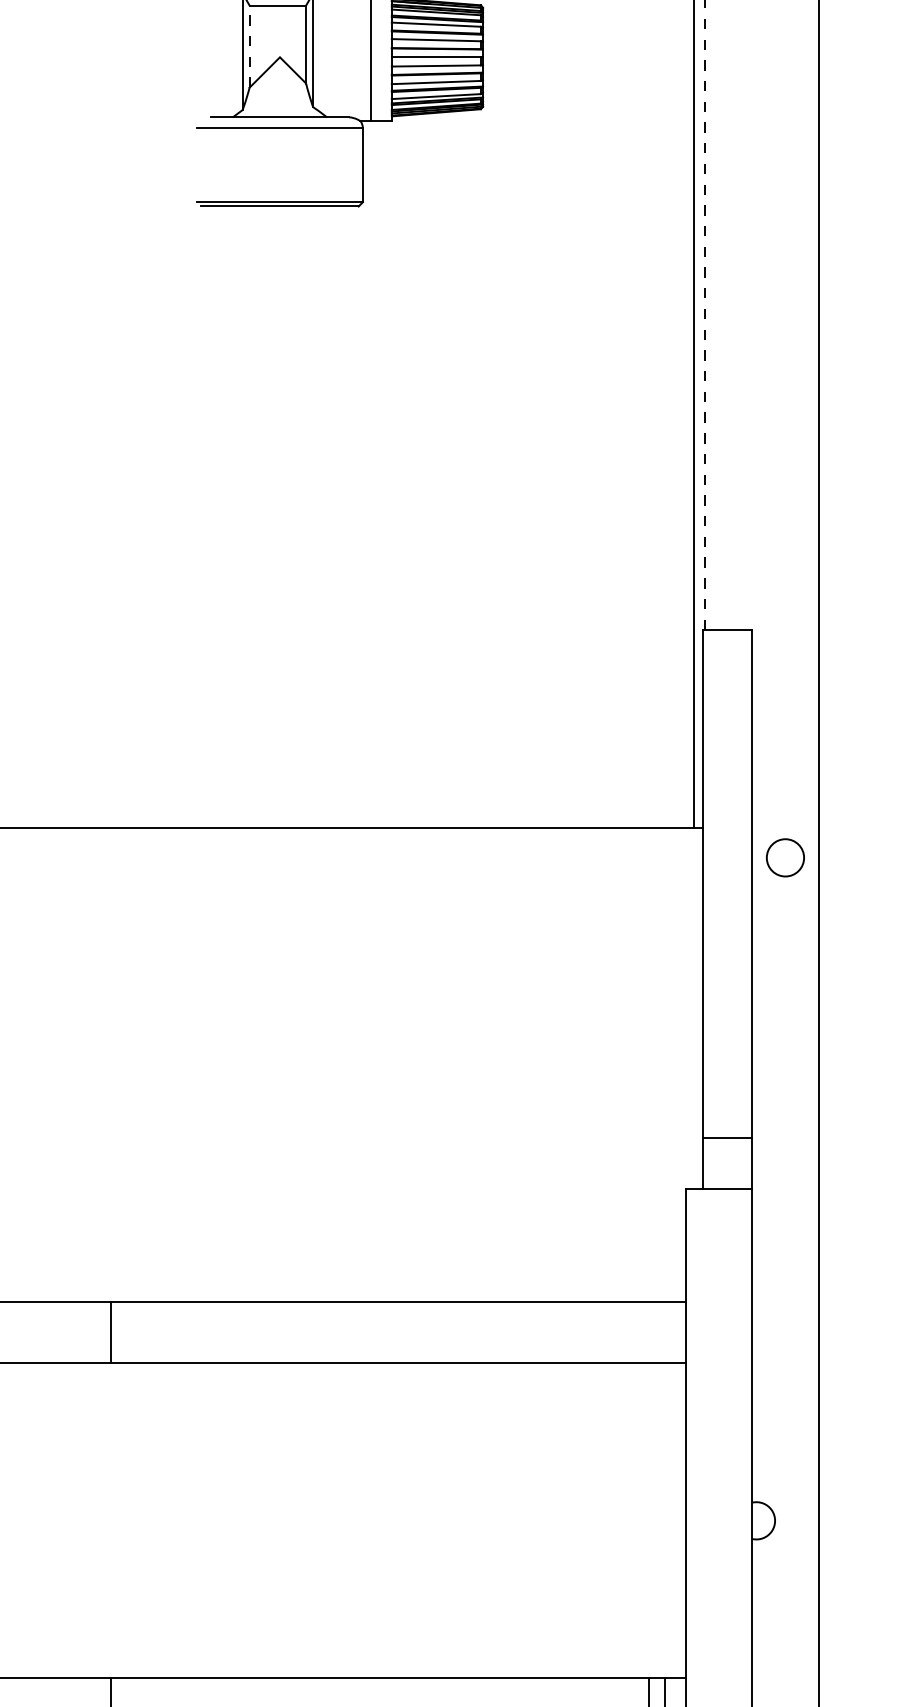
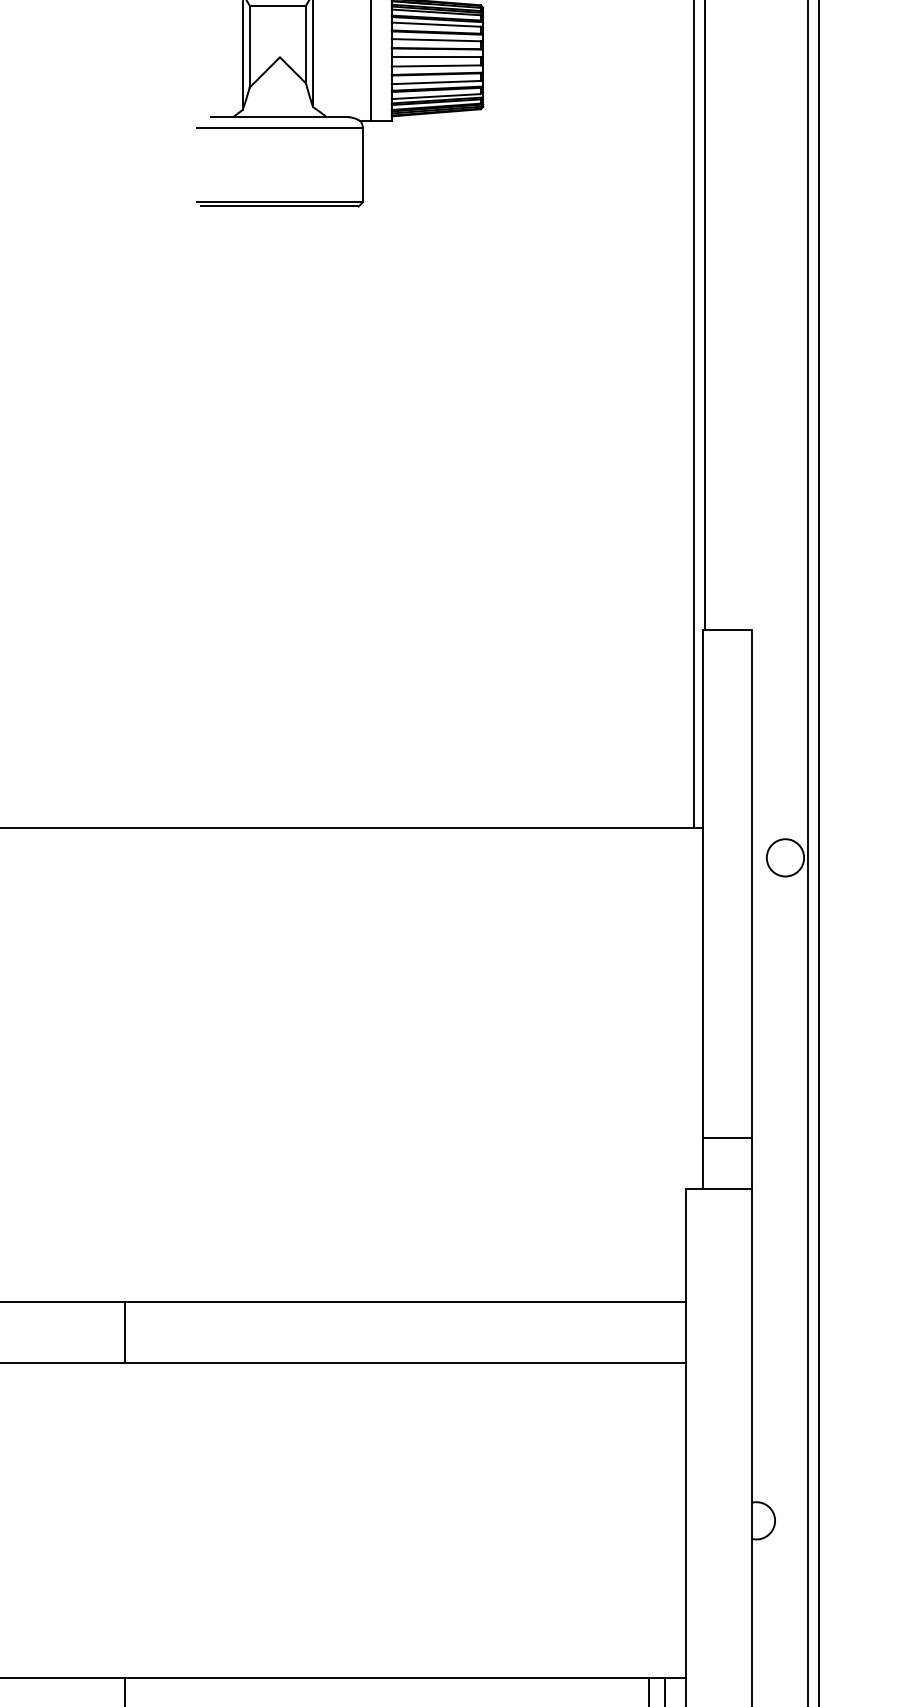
line at (249, 46): dashed -> solid
line at (704, 315): dashed -> solid
line at (808, 852): none -> present
line at (110, 1332) position: (110, 1332) -> (124, 1332)
line at (110, 1690) position: (110, 1690) -> (124, 1690)
